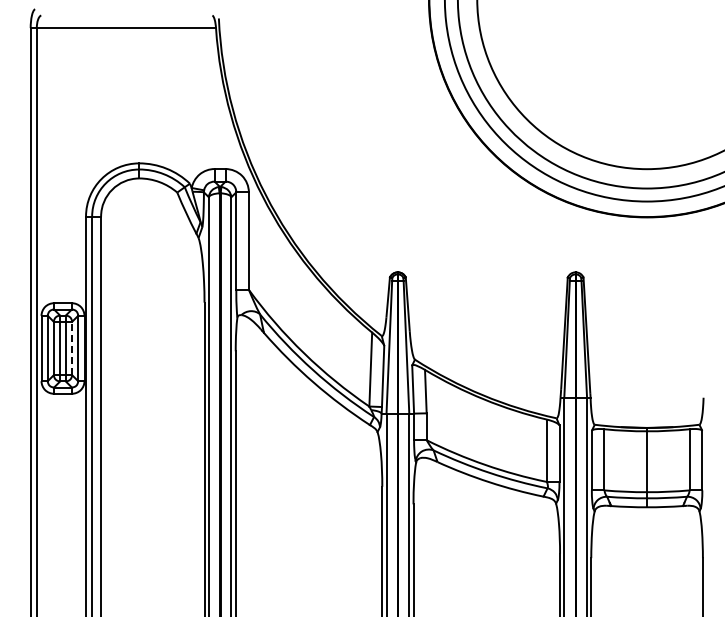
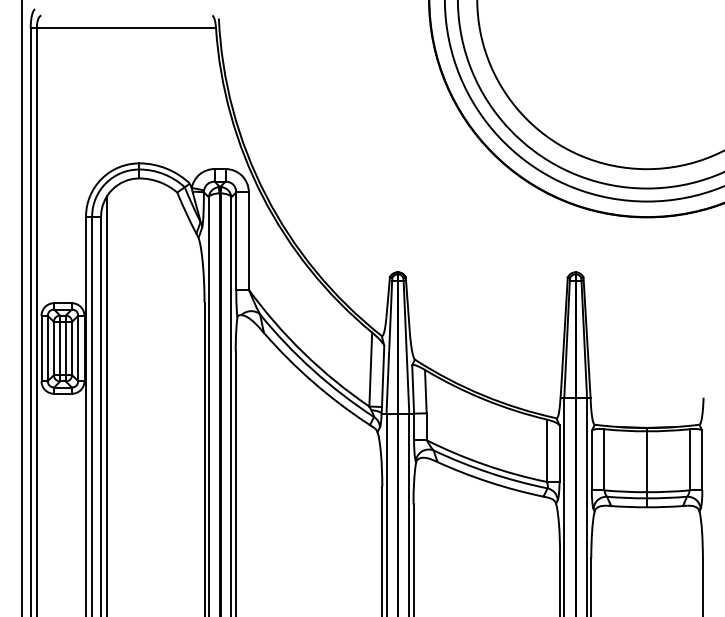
line at (21, 307): none -> present
line at (72, 348): dashed -> solid
line at (107, 404): none -> present
